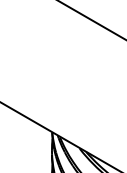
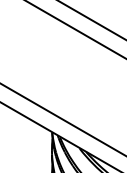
line at (75, 29): none -> present
line at (62, 119): none -> present
